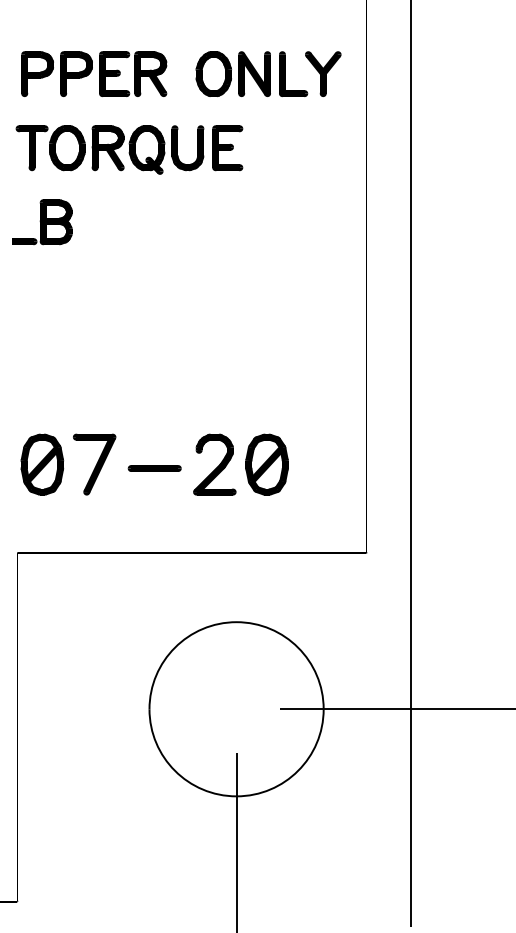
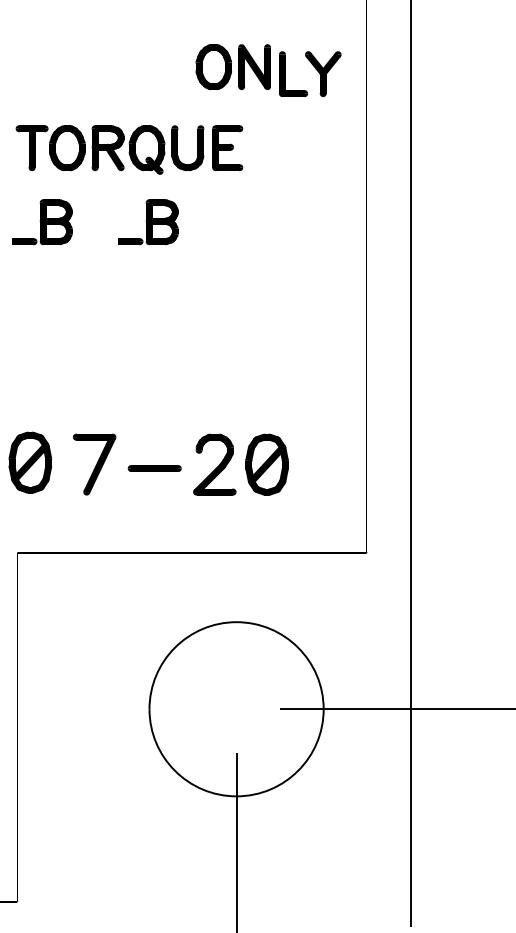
part at (94, 73): present -> none
part at (232, 73) position: (232, 73) -> (232, 66)
part at (148, 222): none -> present
part at (42, 464) position: (42, 464) -> (30, 462)
